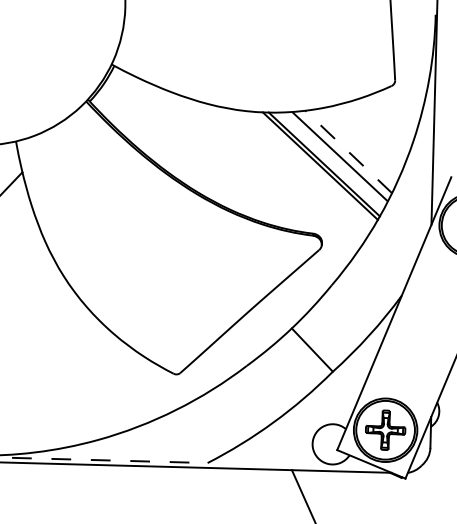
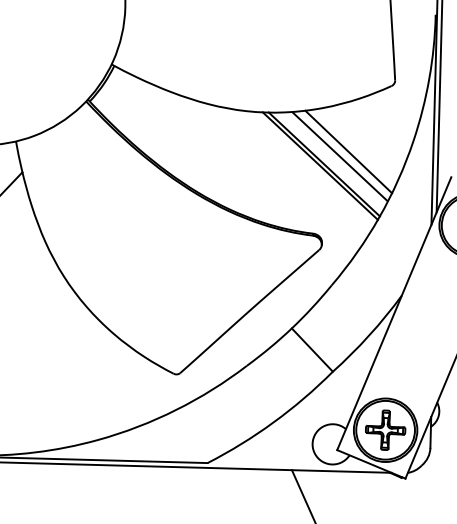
line at (439, 107): none -> present
line at (348, 152): dashed -> solid
line at (104, 460): dashed -> solid
